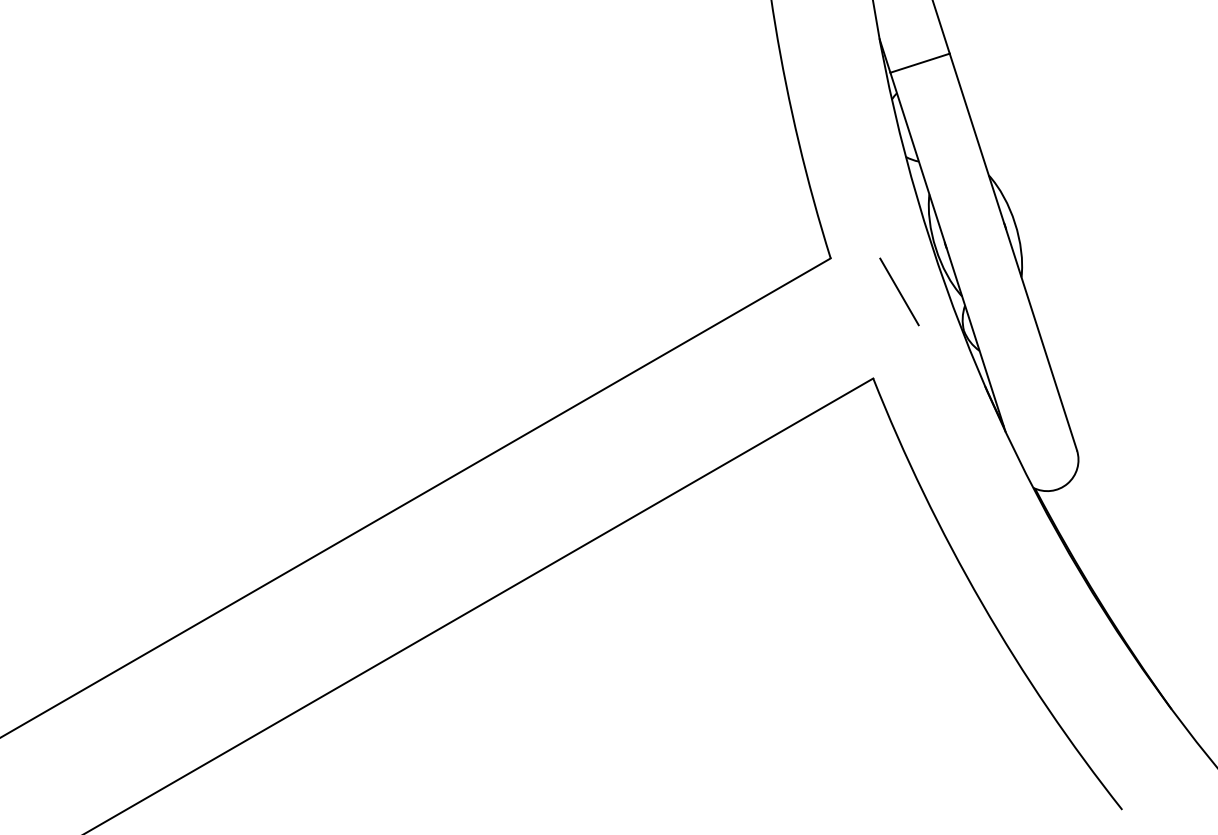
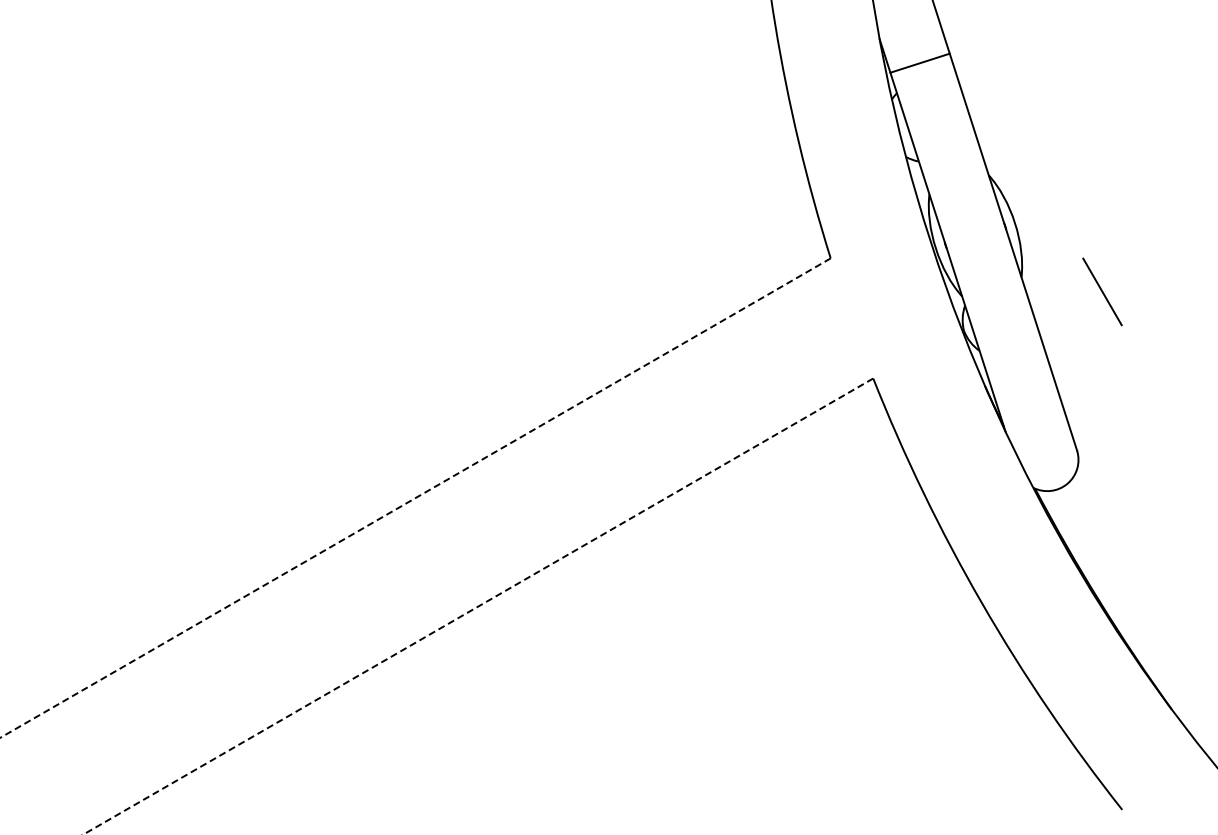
line at (899, 291) position: (899, 291) -> (1102, 291)
line at (415, 498): solid -> dashed
line at (477, 606): solid -> dashed
